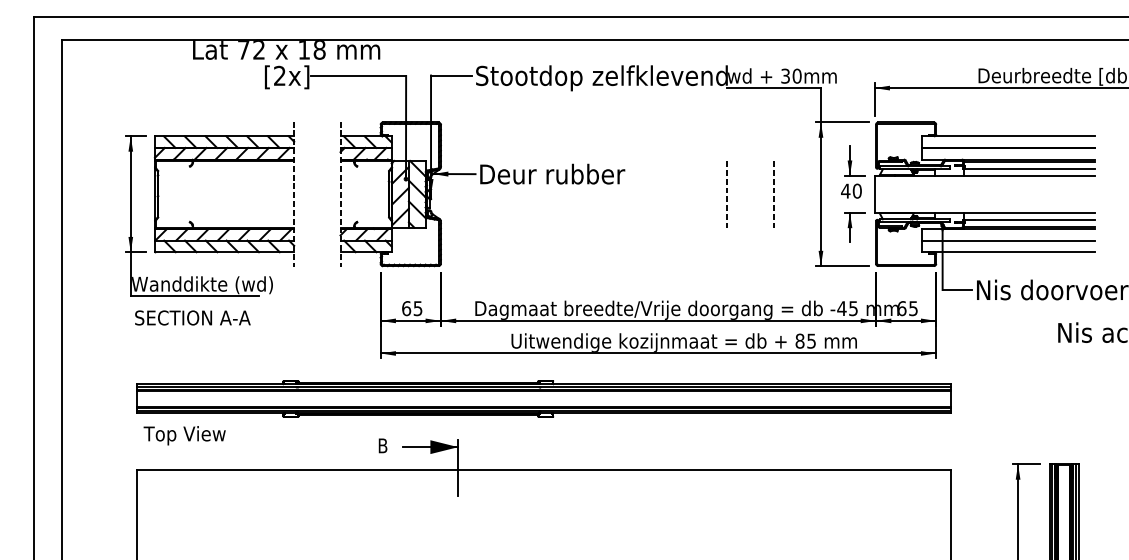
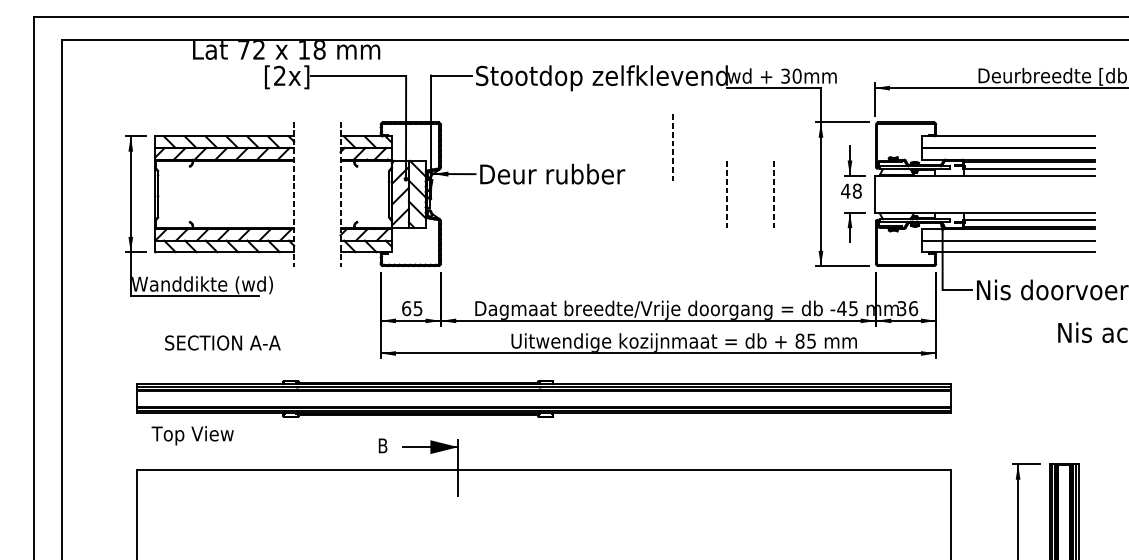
line at (672, 145): none -> present
text at (856, 191): 40 -> 48
text at (907, 308): 65 -> 36
text at (192, 317) position: (192, 317) -> (222, 342)
text at (184, 435) position: (184, 435) -> (192, 435)
